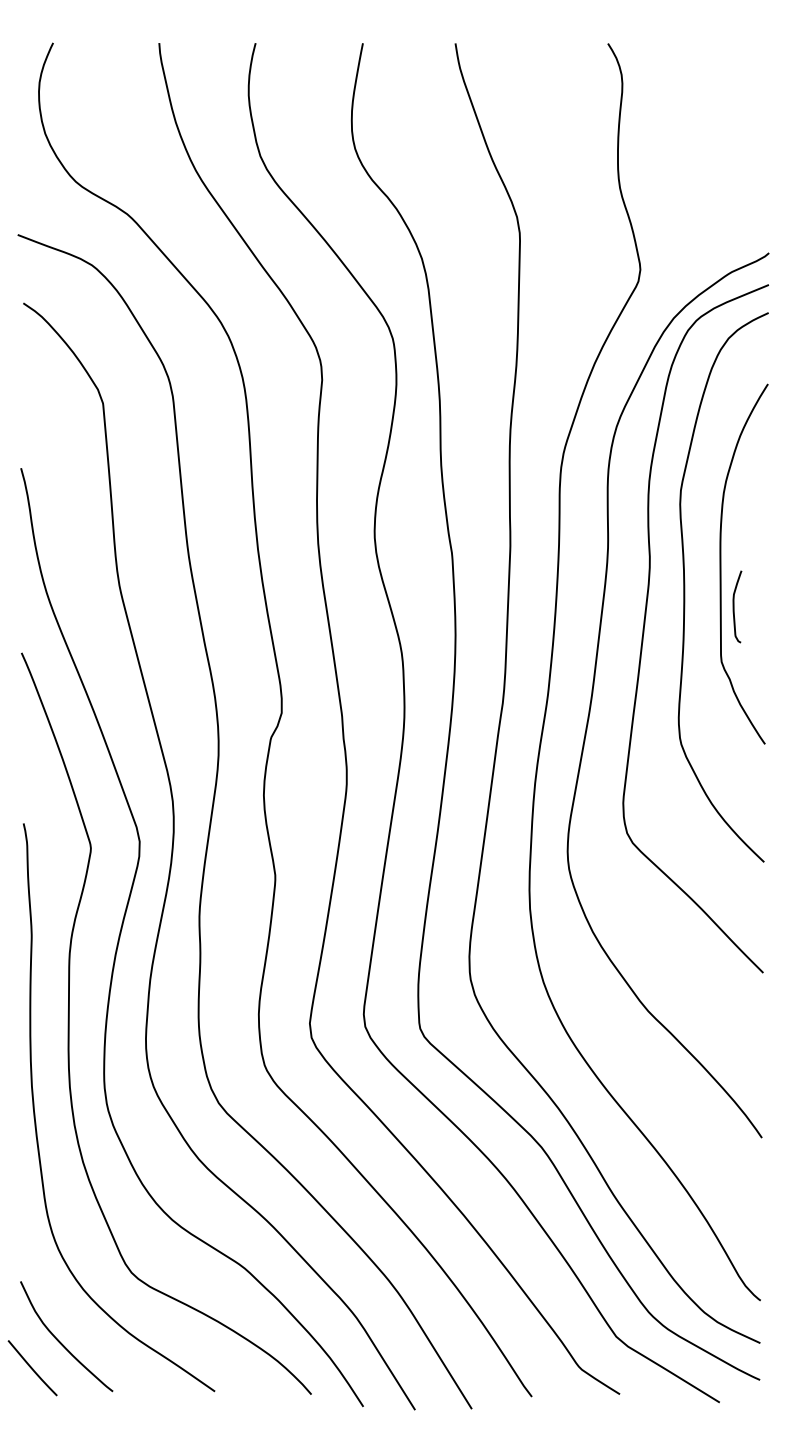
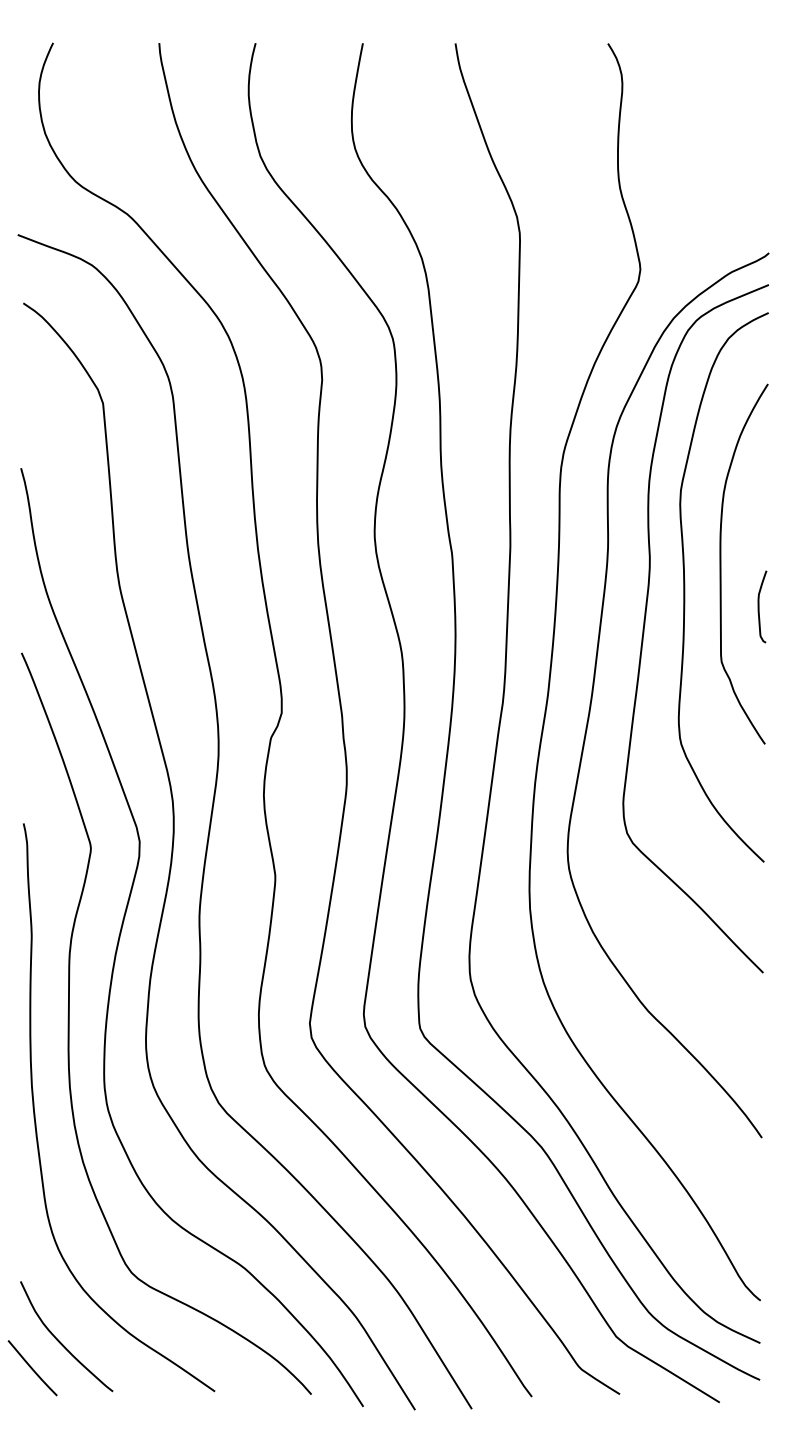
curve at (734, 606) position: (734, 606) -> (759, 606)
